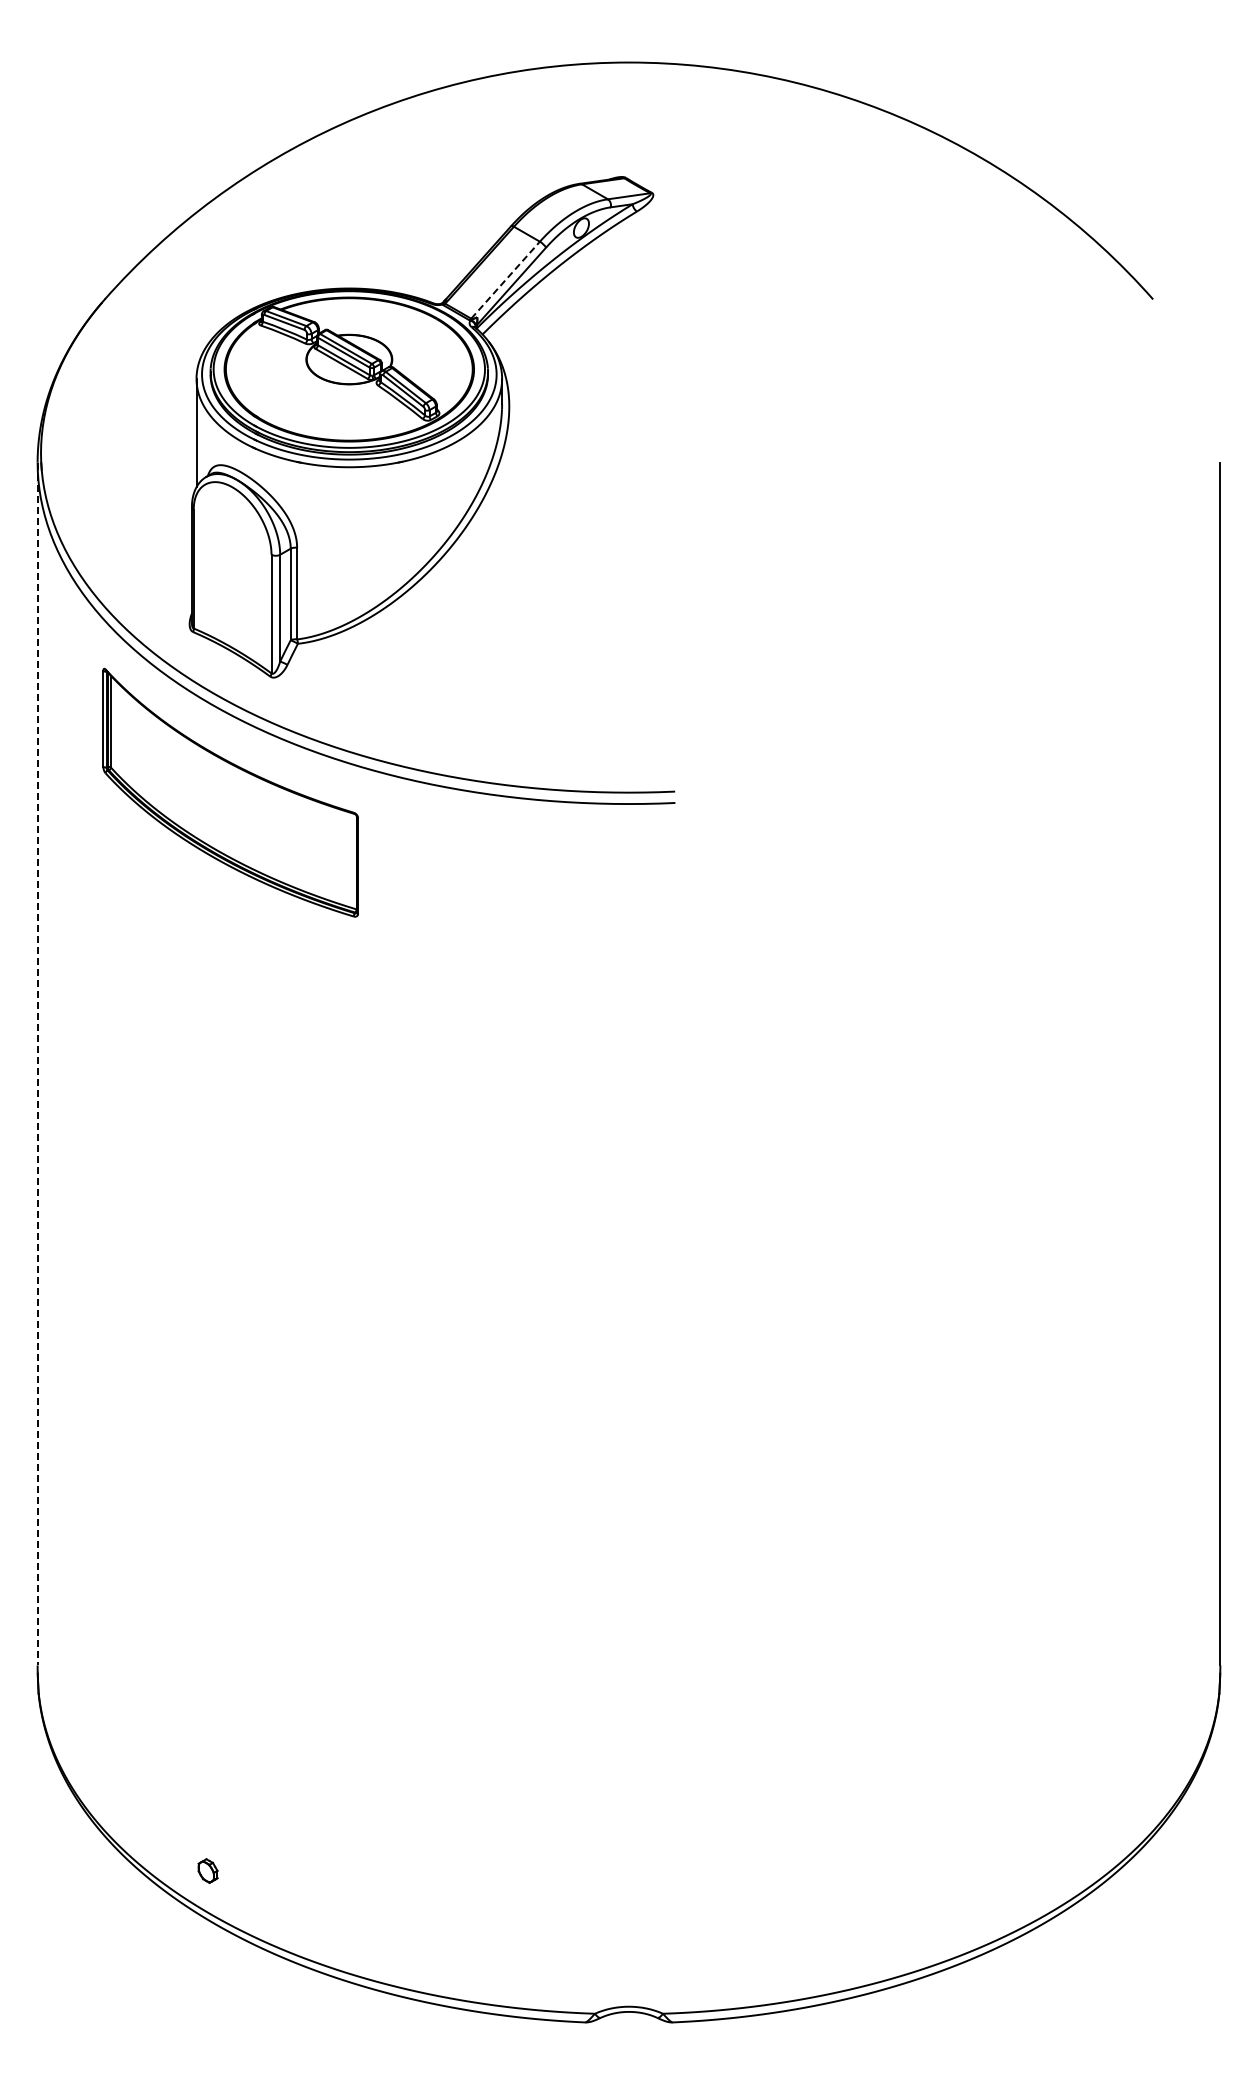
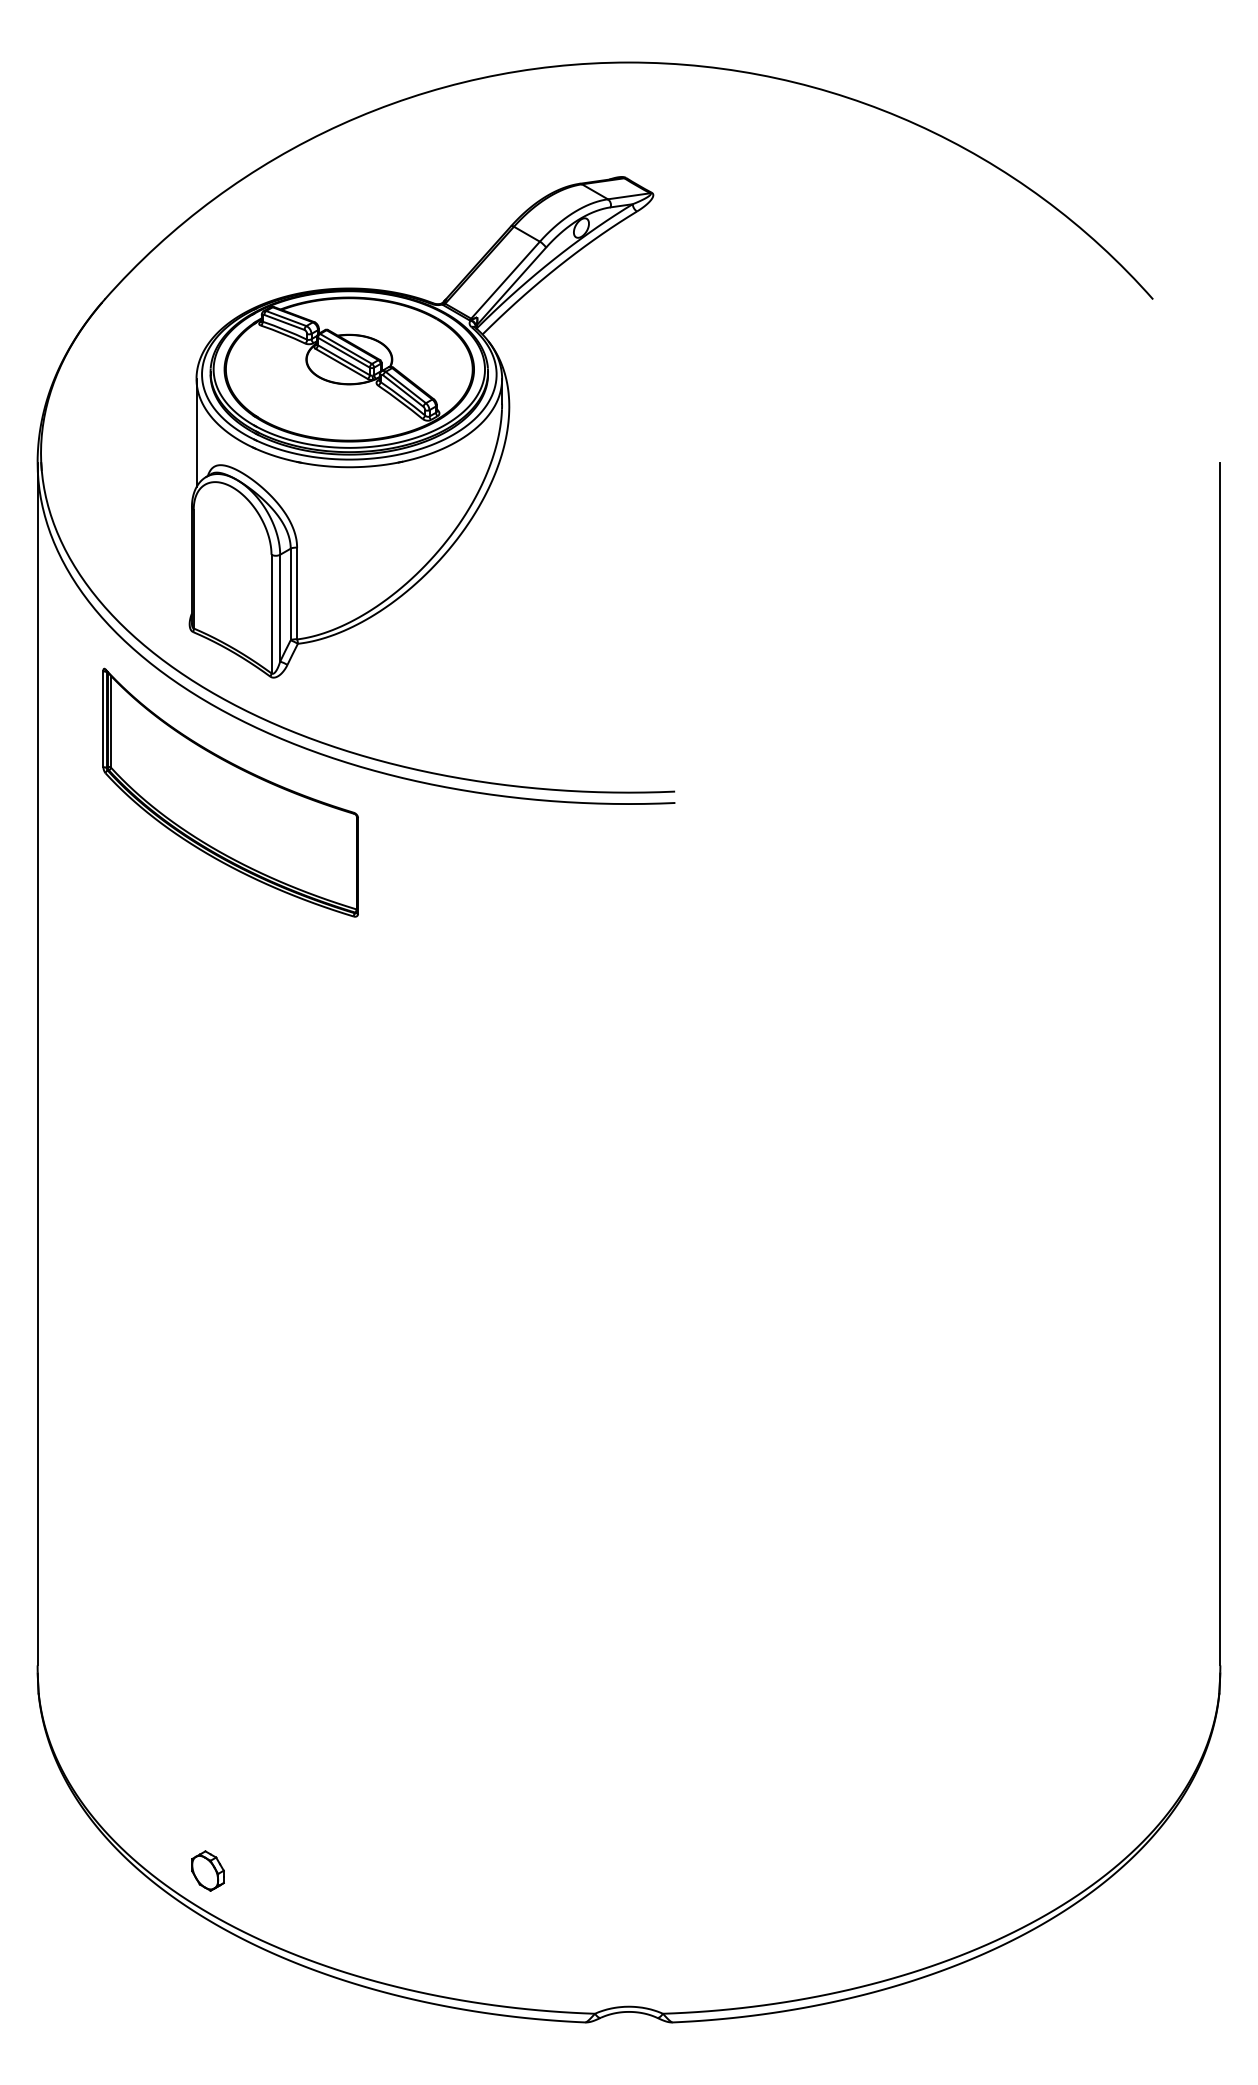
line at (505, 280): dashed -> solid
line at (37, 1064): dashed -> solid
part at (207, 1870) size: 22x26 px -> 34x42 px
